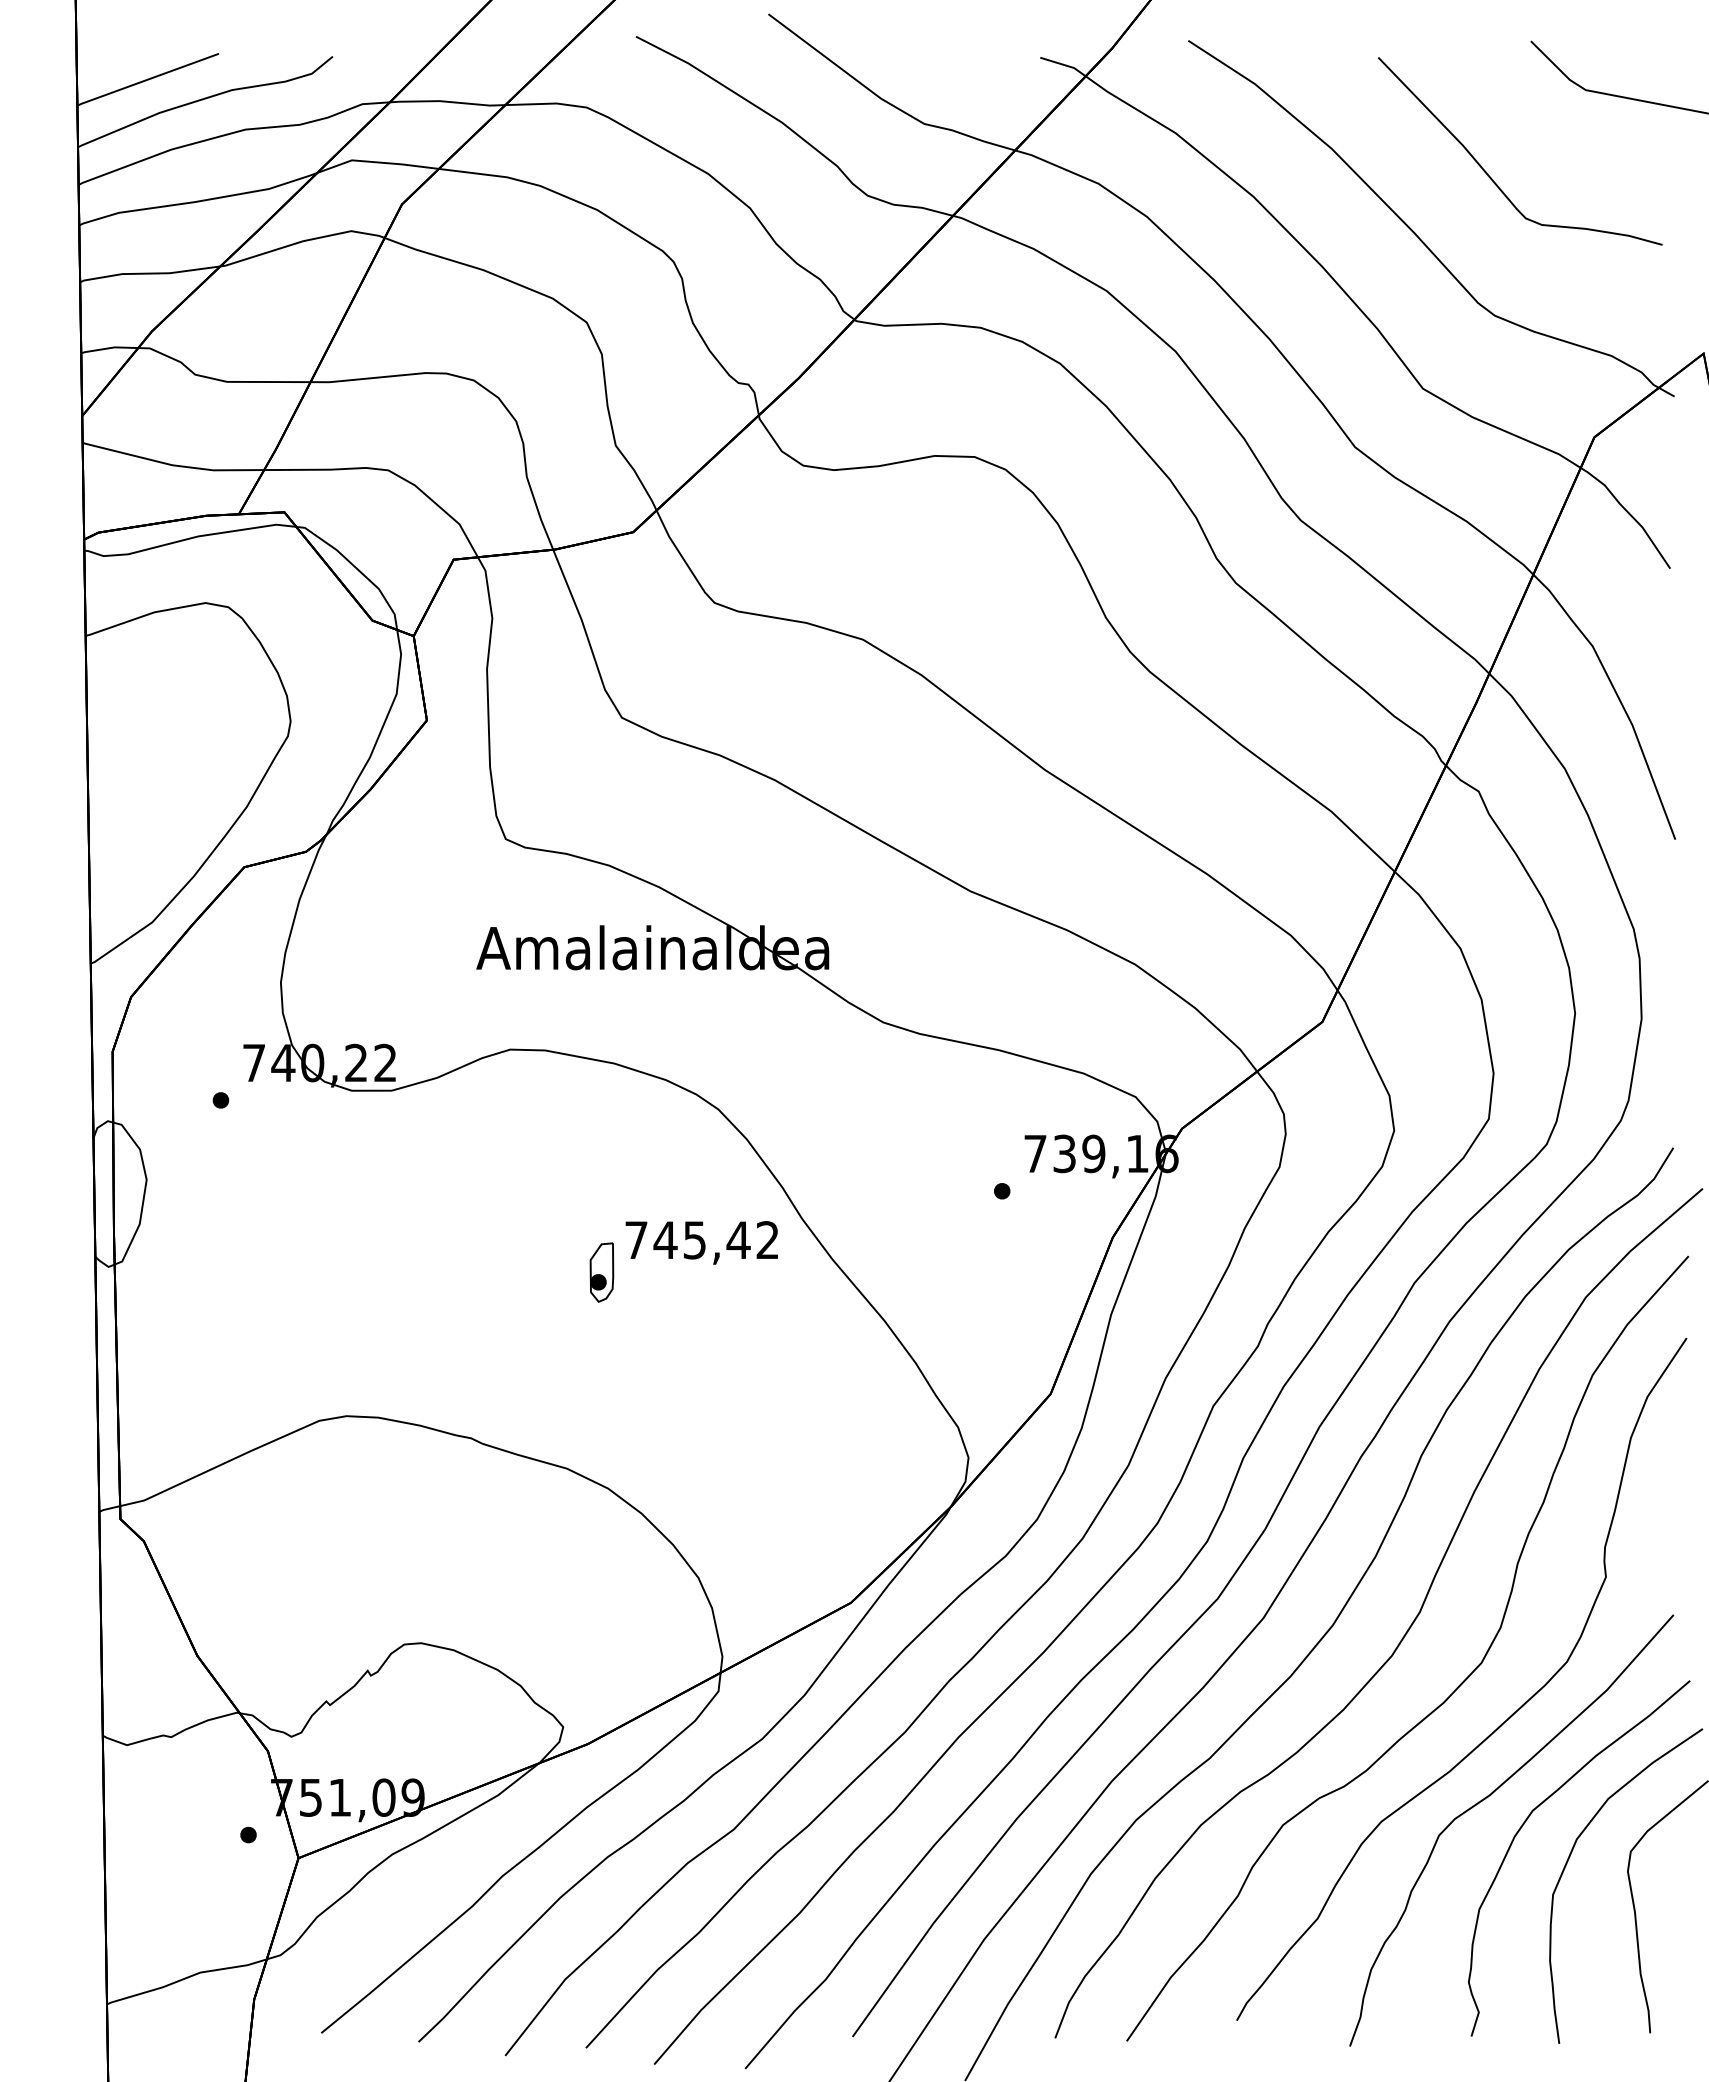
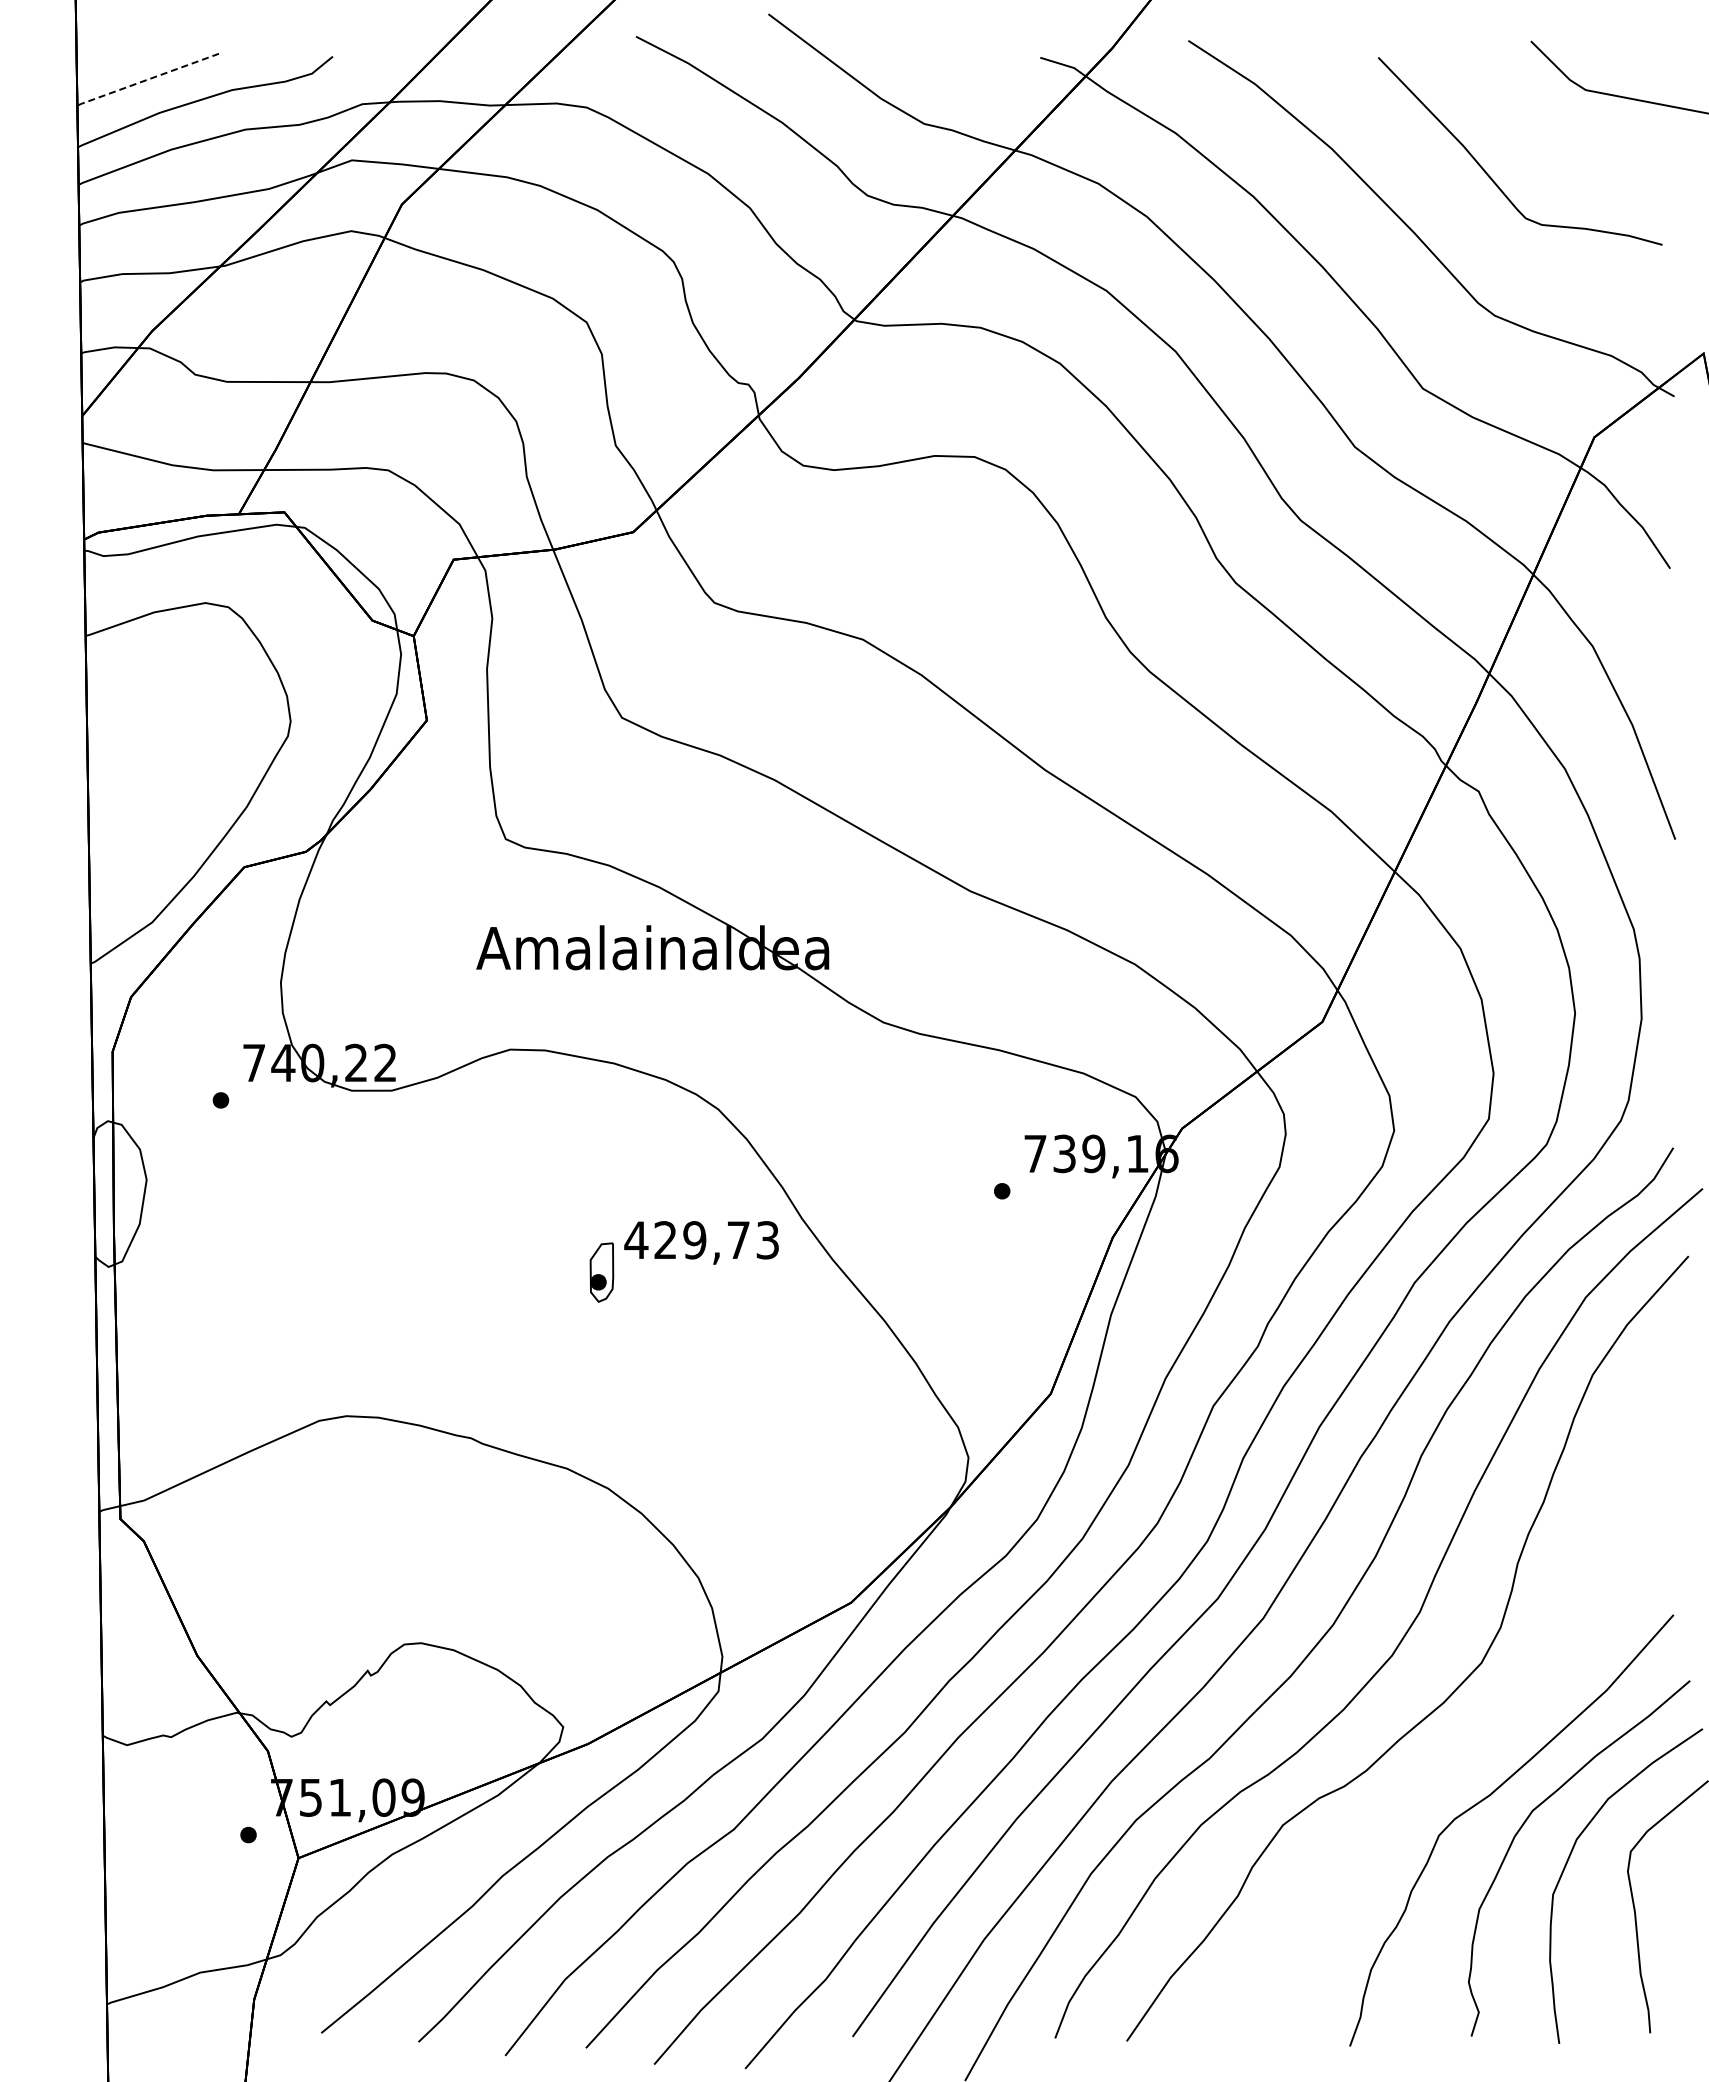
line at (146, 80): solid -> dashed
text at (701, 1240): 745,42 -> 429,73
curve at (1502, 1722): present -> none
